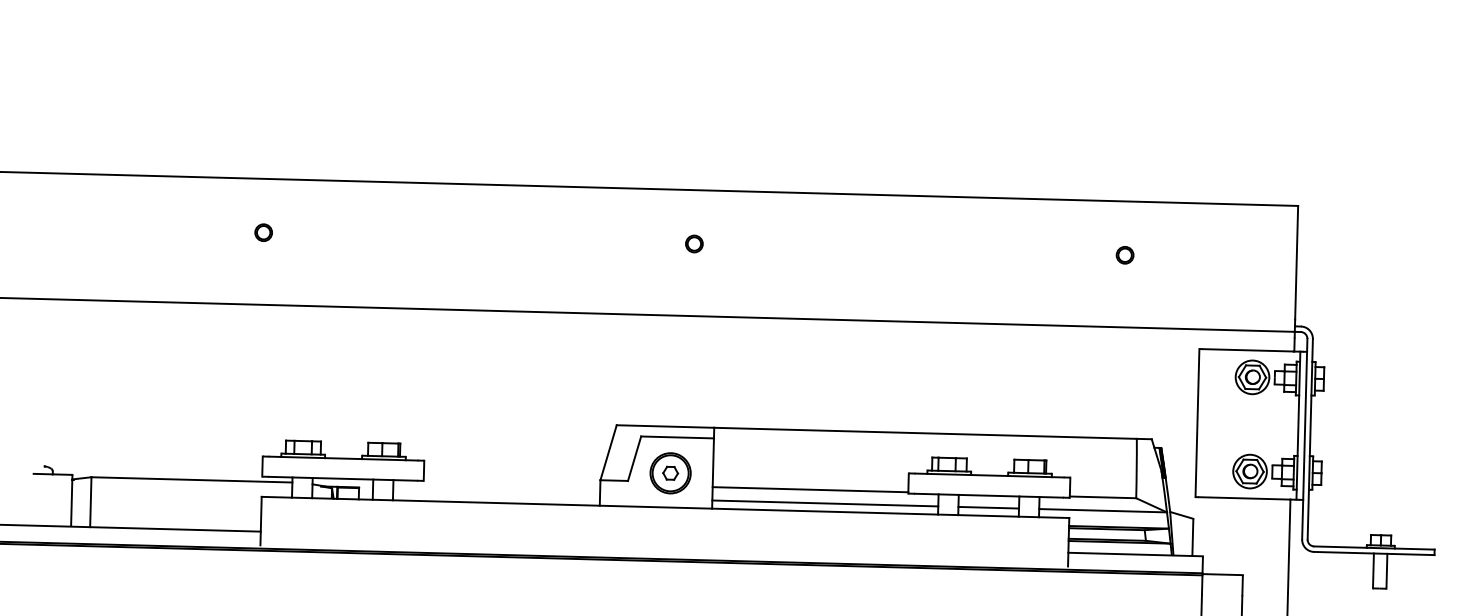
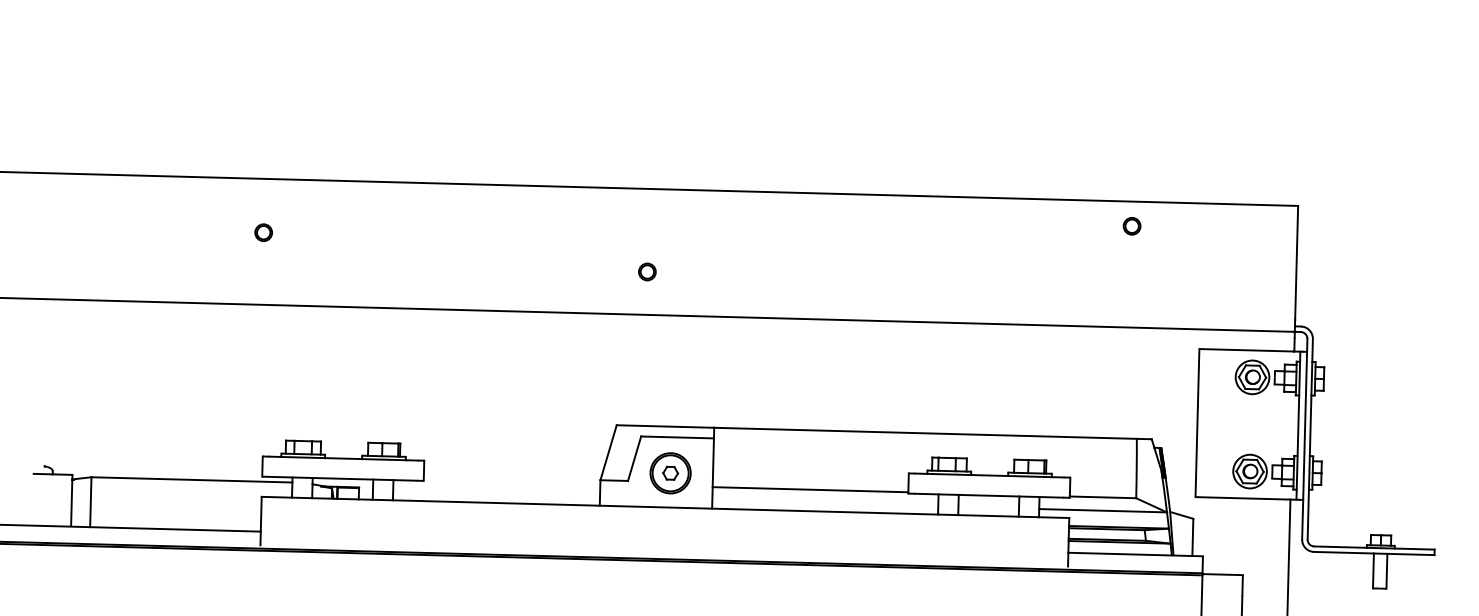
part at (694, 243) position: (694, 243) -> (647, 271)
part at (1124, 255) position: (1124, 255) -> (1131, 226)
line at (825, 503): present -> none
line at (988, 507): present -> none
